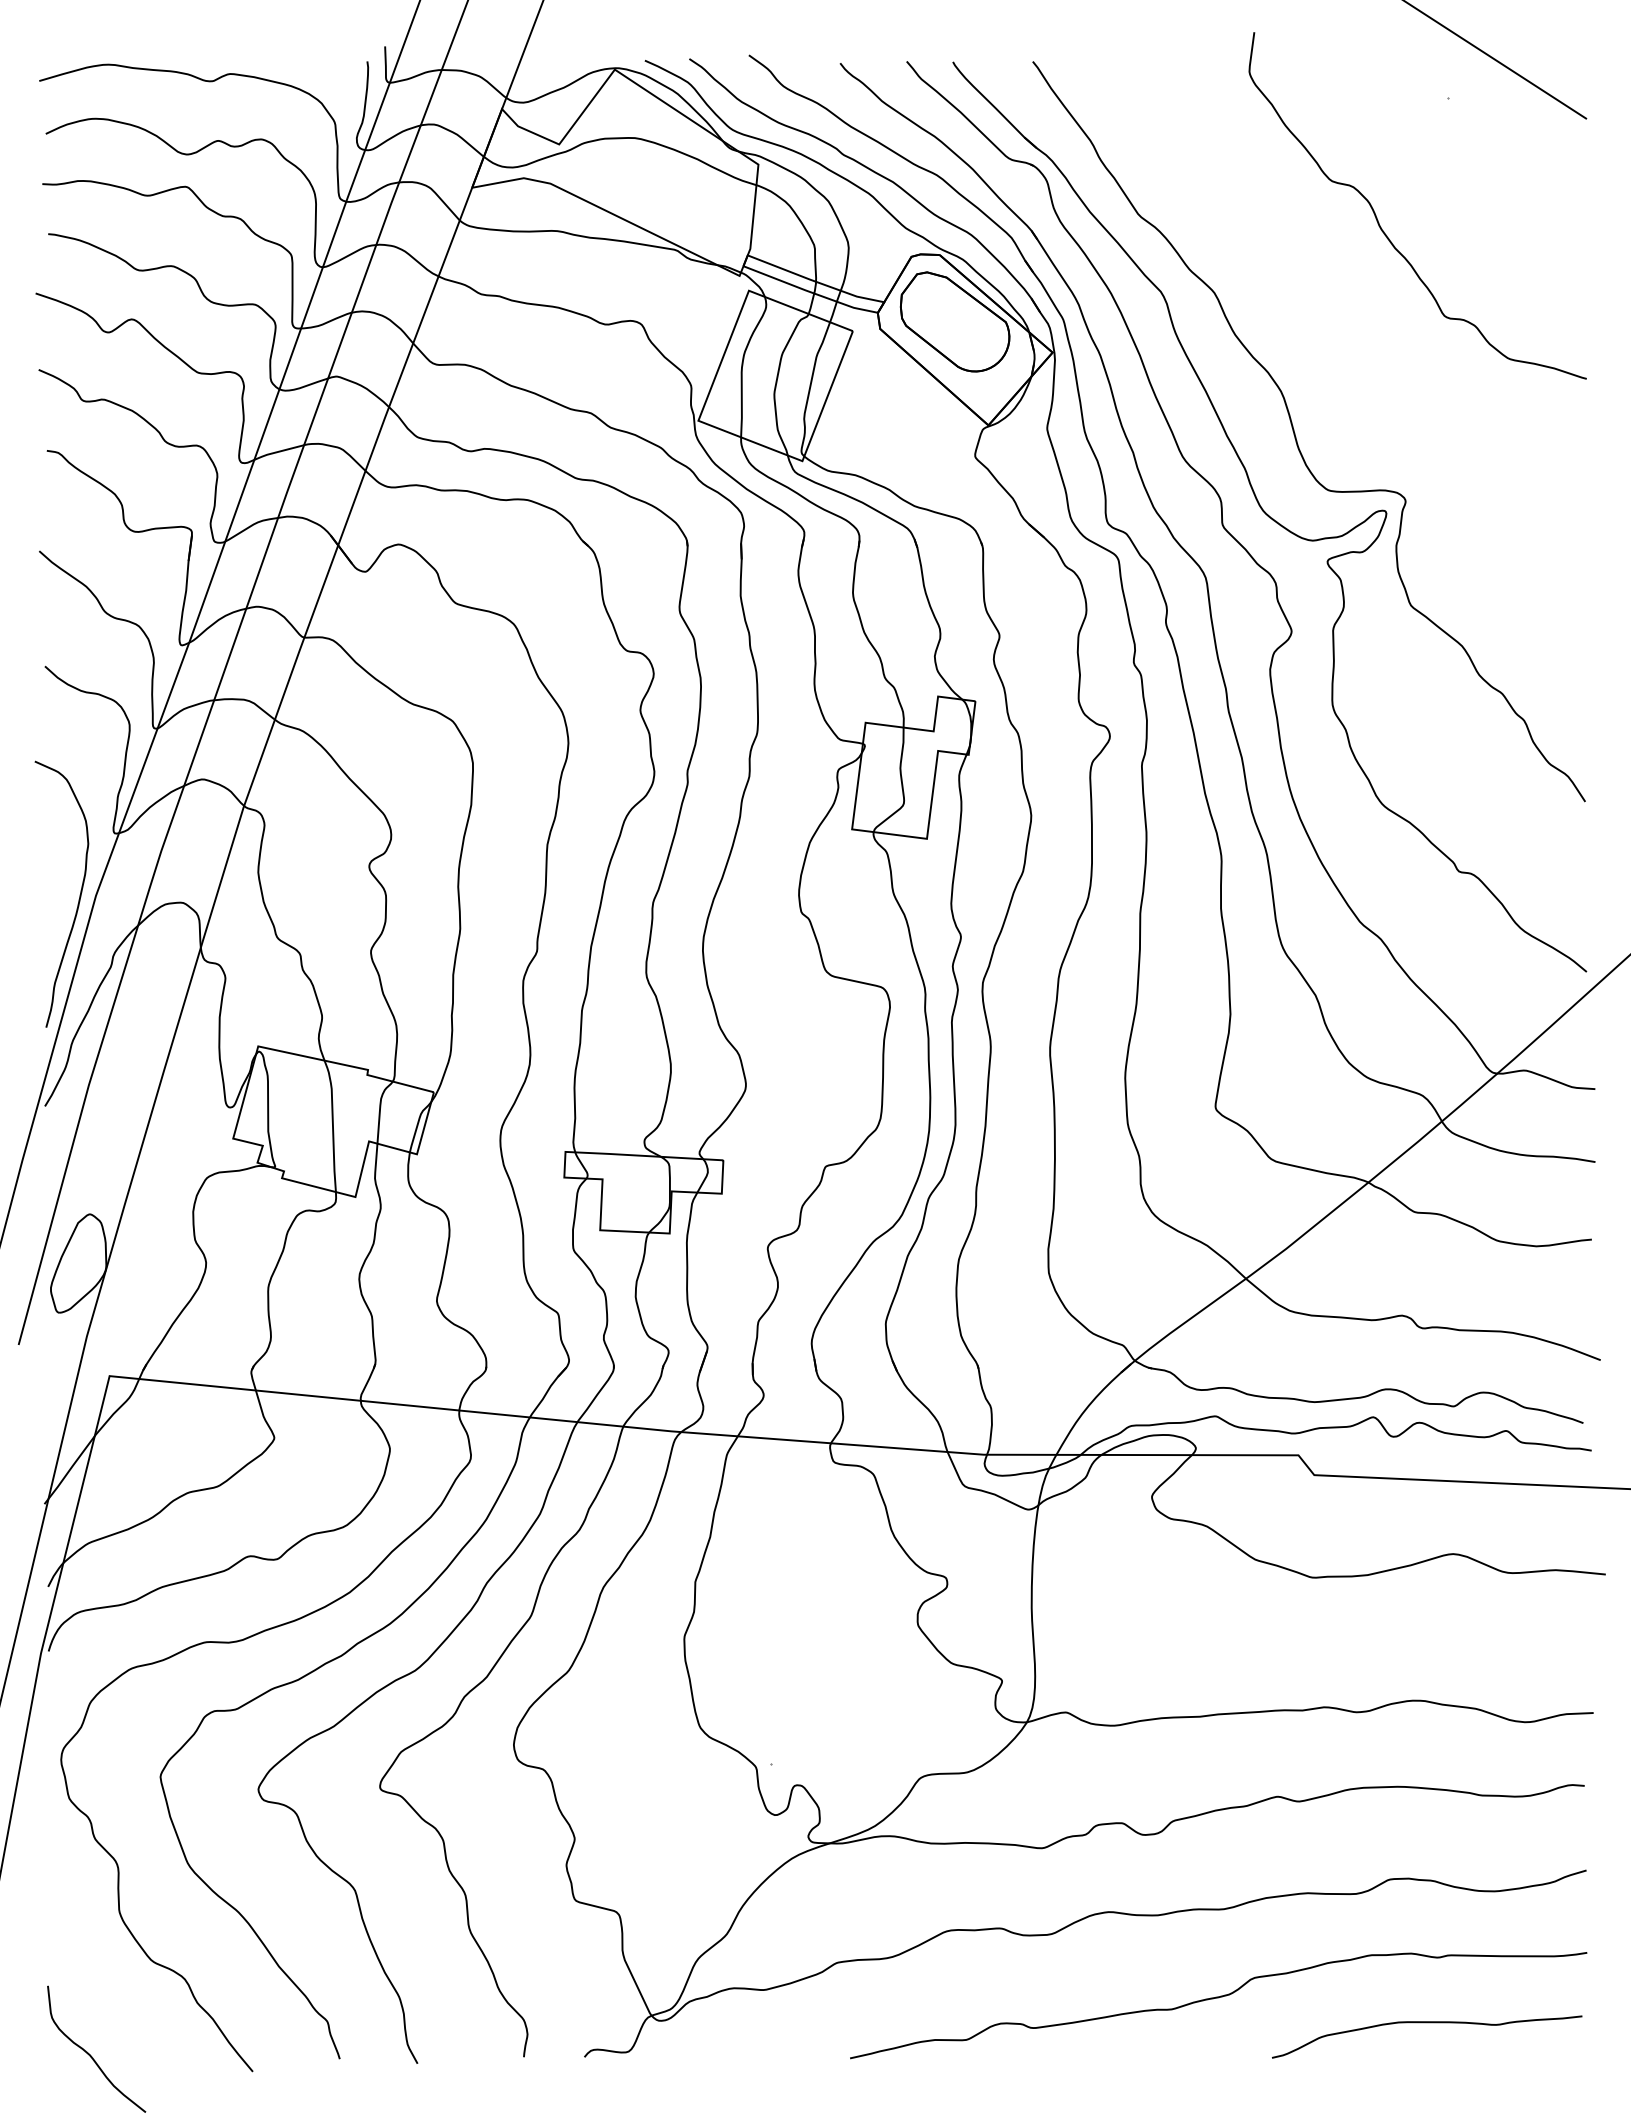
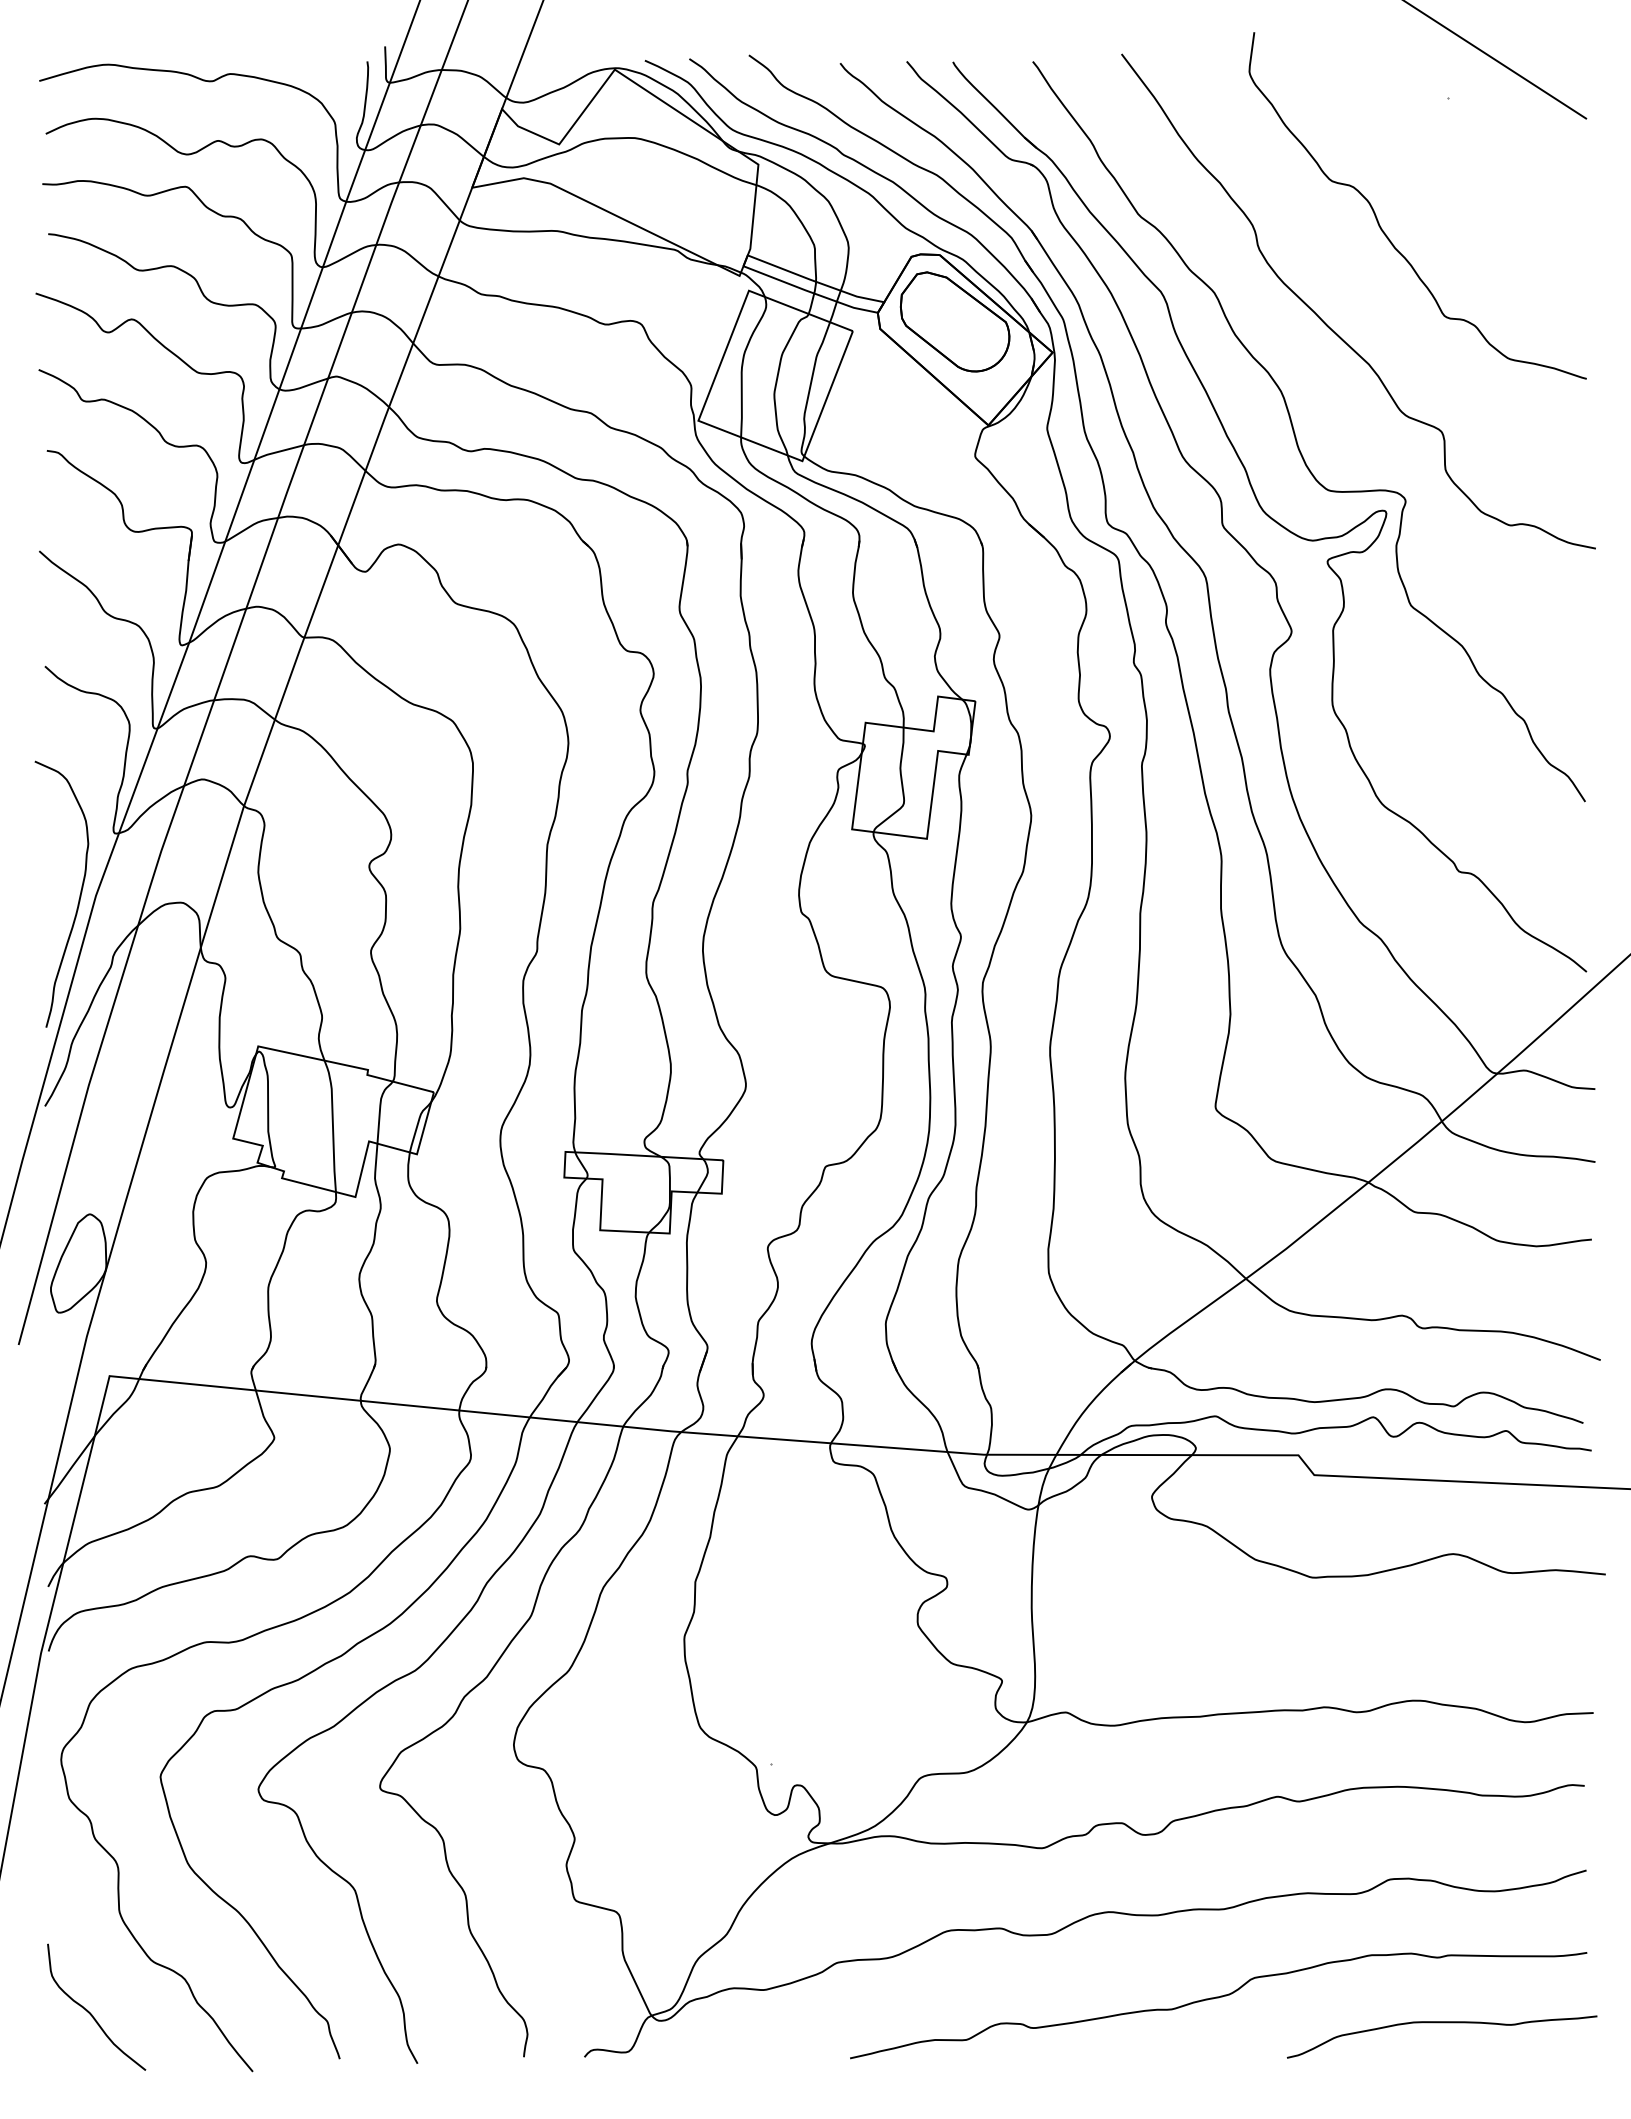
curve at (1336, 332): none -> present
curve at (1427, 2023) position: (1427, 2023) -> (1442, 2023)
curve at (90, 2054) position: (90, 2054) -> (90, 2012)
